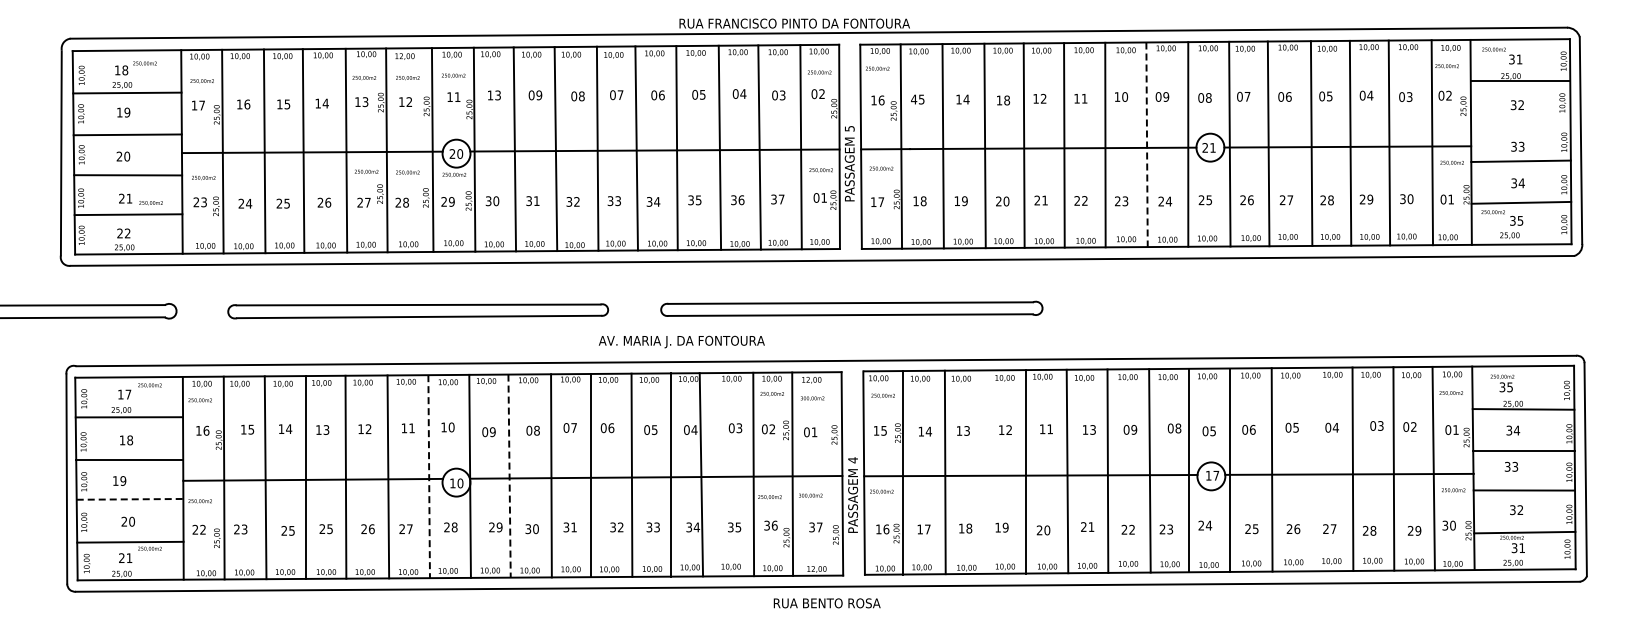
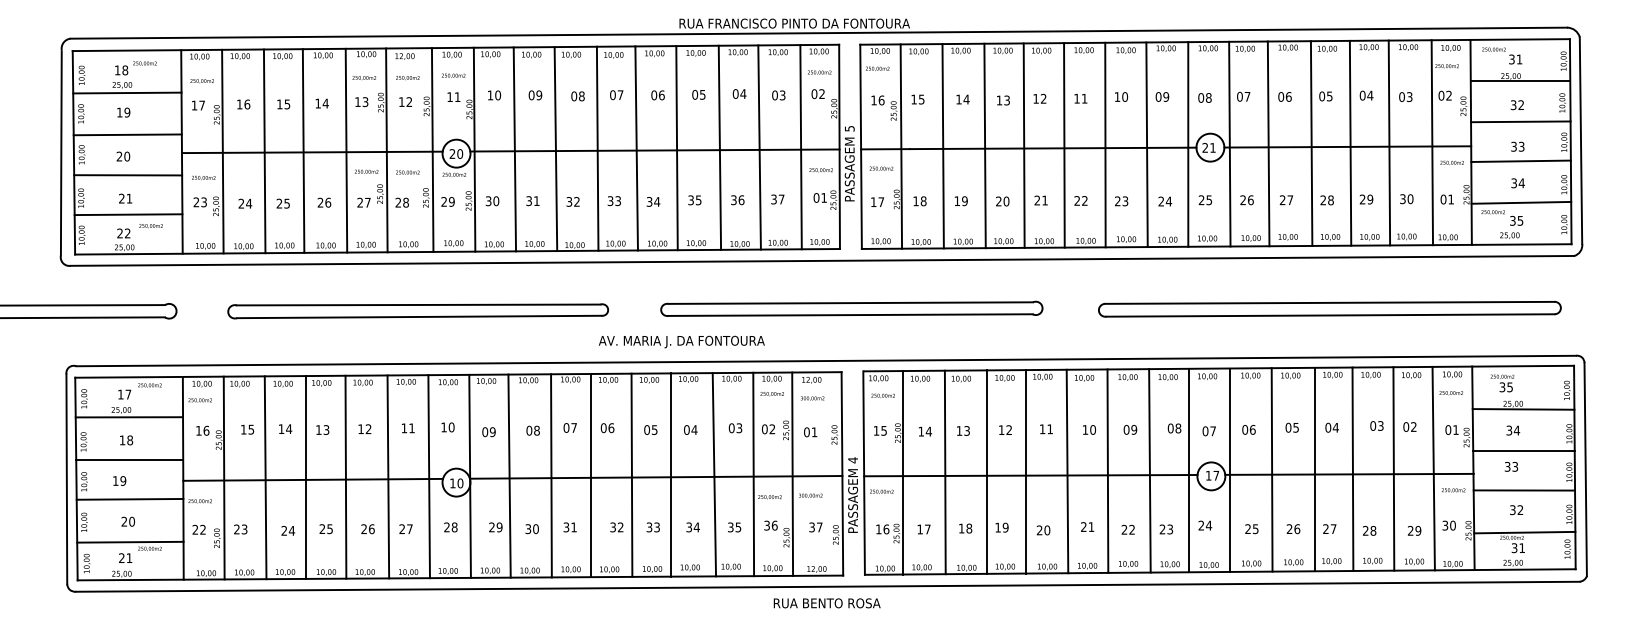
text at (498, 95): 13 -> 10
text at (914, 99): 45 -> 15
text at (1007, 100): 18 -> 13
line at (1520, 121): none -> present
line at (1147, 145): dashed -> solid
text at (150, 203) position: (150, 203) -> (150, 226)
part at (1329, 308): none -> present
text at (1093, 429): 13 -> 10
text at (1212, 431): 05 -> 07
line at (1314, 469): none -> present
line at (986, 471): none -> present
line at (701, 474) position: (701, 474) -> (714, 474)
line at (429, 476): dashed -> solid
line at (509, 476): dashed -> solid
line at (130, 499): dashed -> solid
text at (291, 530): 25 -> 24
